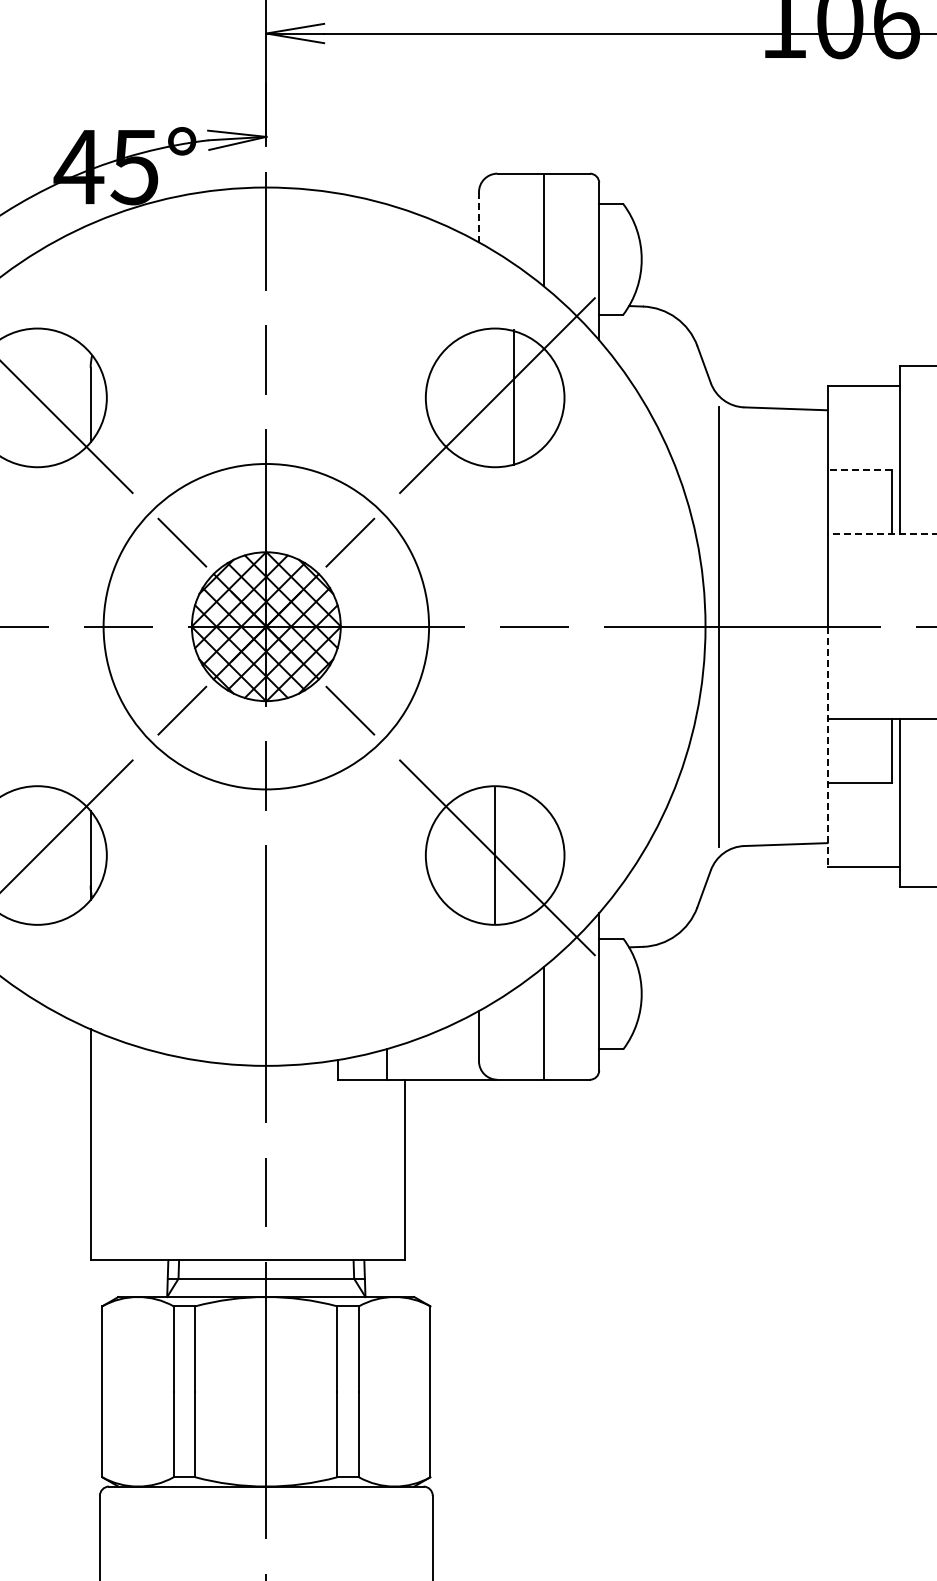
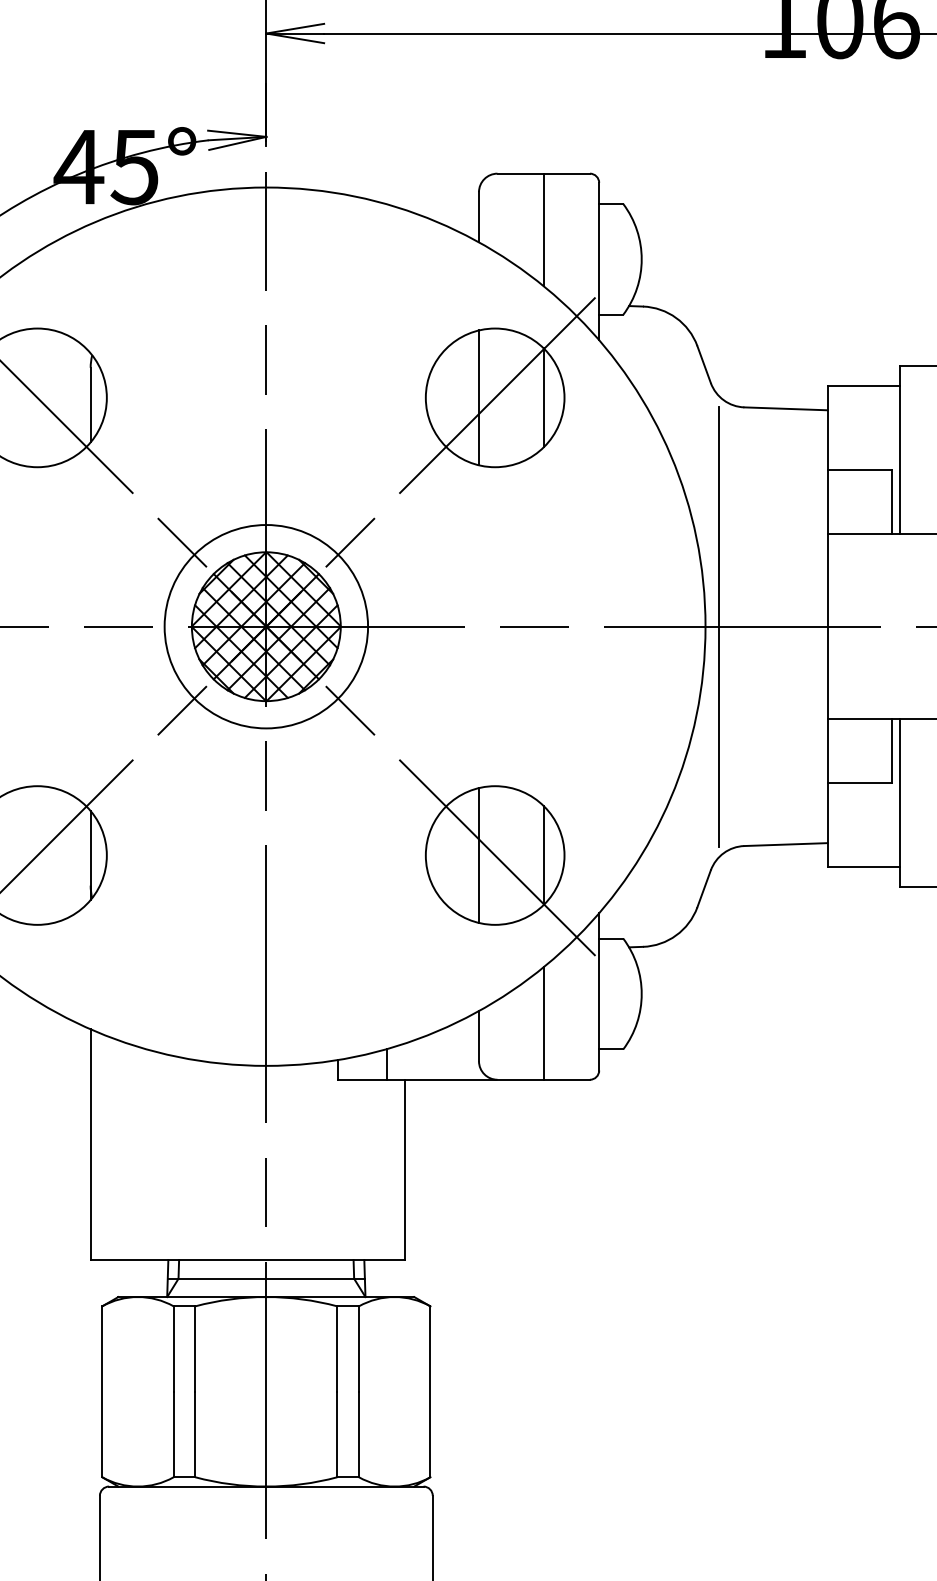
line at (479, 217): dashed -> solid
line at (514, 397) position: (514, 397) -> (479, 397)
line at (543, 397): none -> present
line at (859, 469): dashed -> solid
line at (881, 534): dashed -> solid
circle at (266, 626) diameter: 325 px -> 203 px
line at (827, 747): dashed -> solid
line at (495, 855) position: (495, 855) -> (479, 855)
line at (543, 855): none -> present
